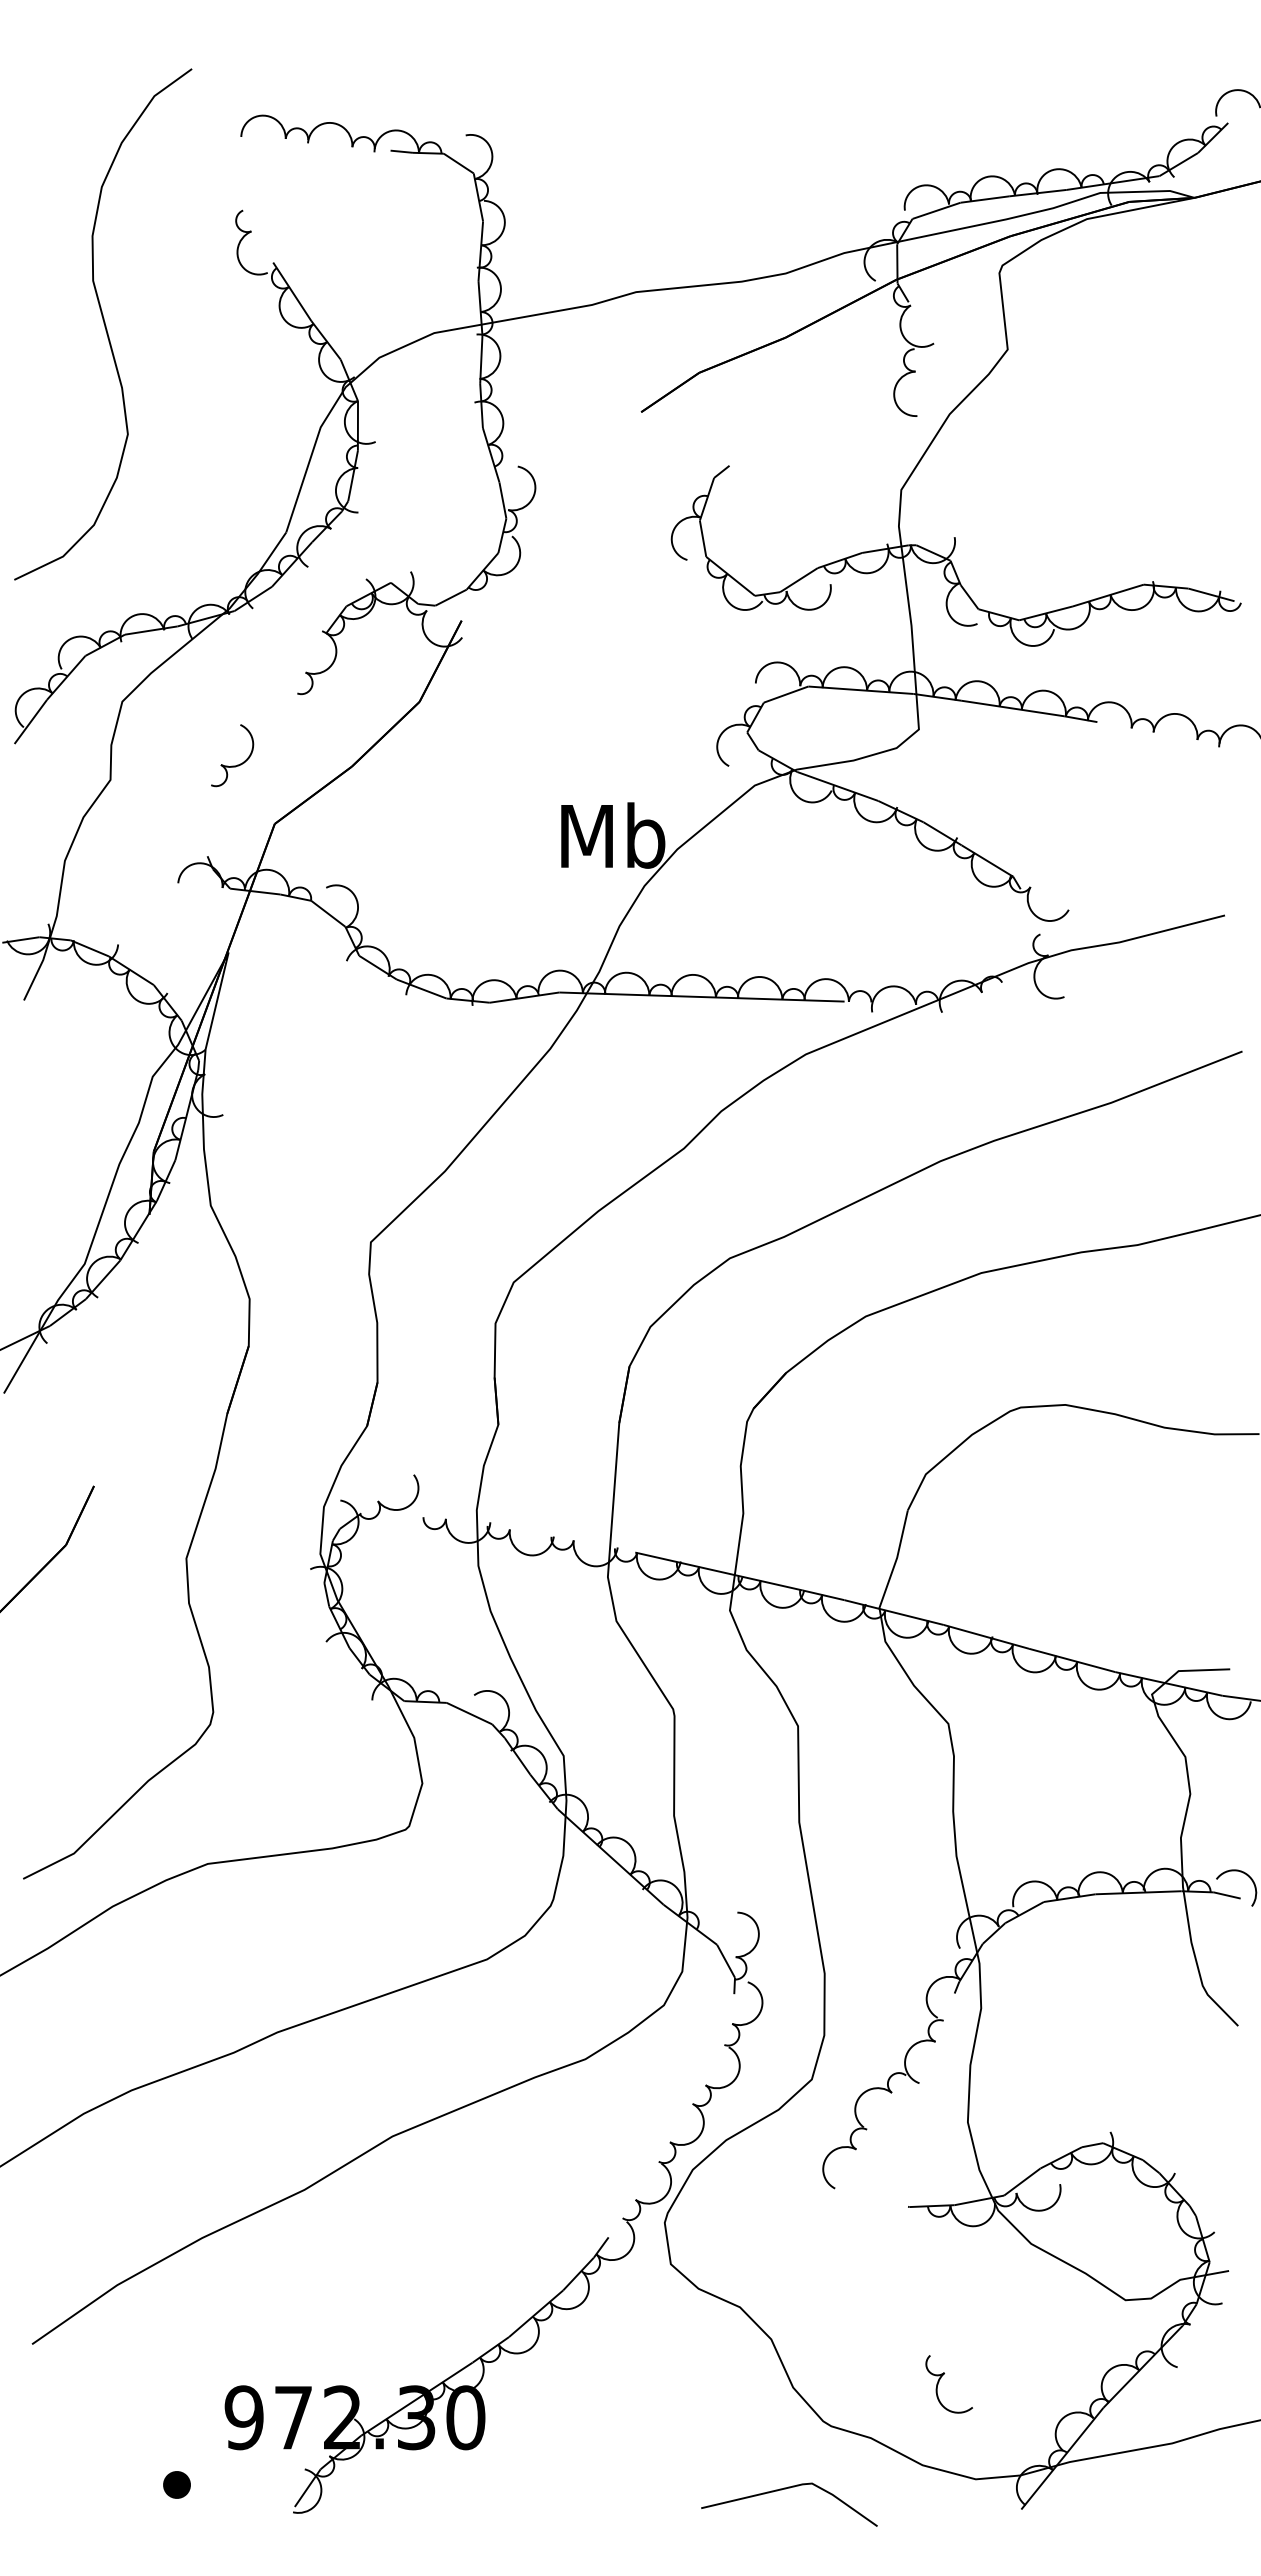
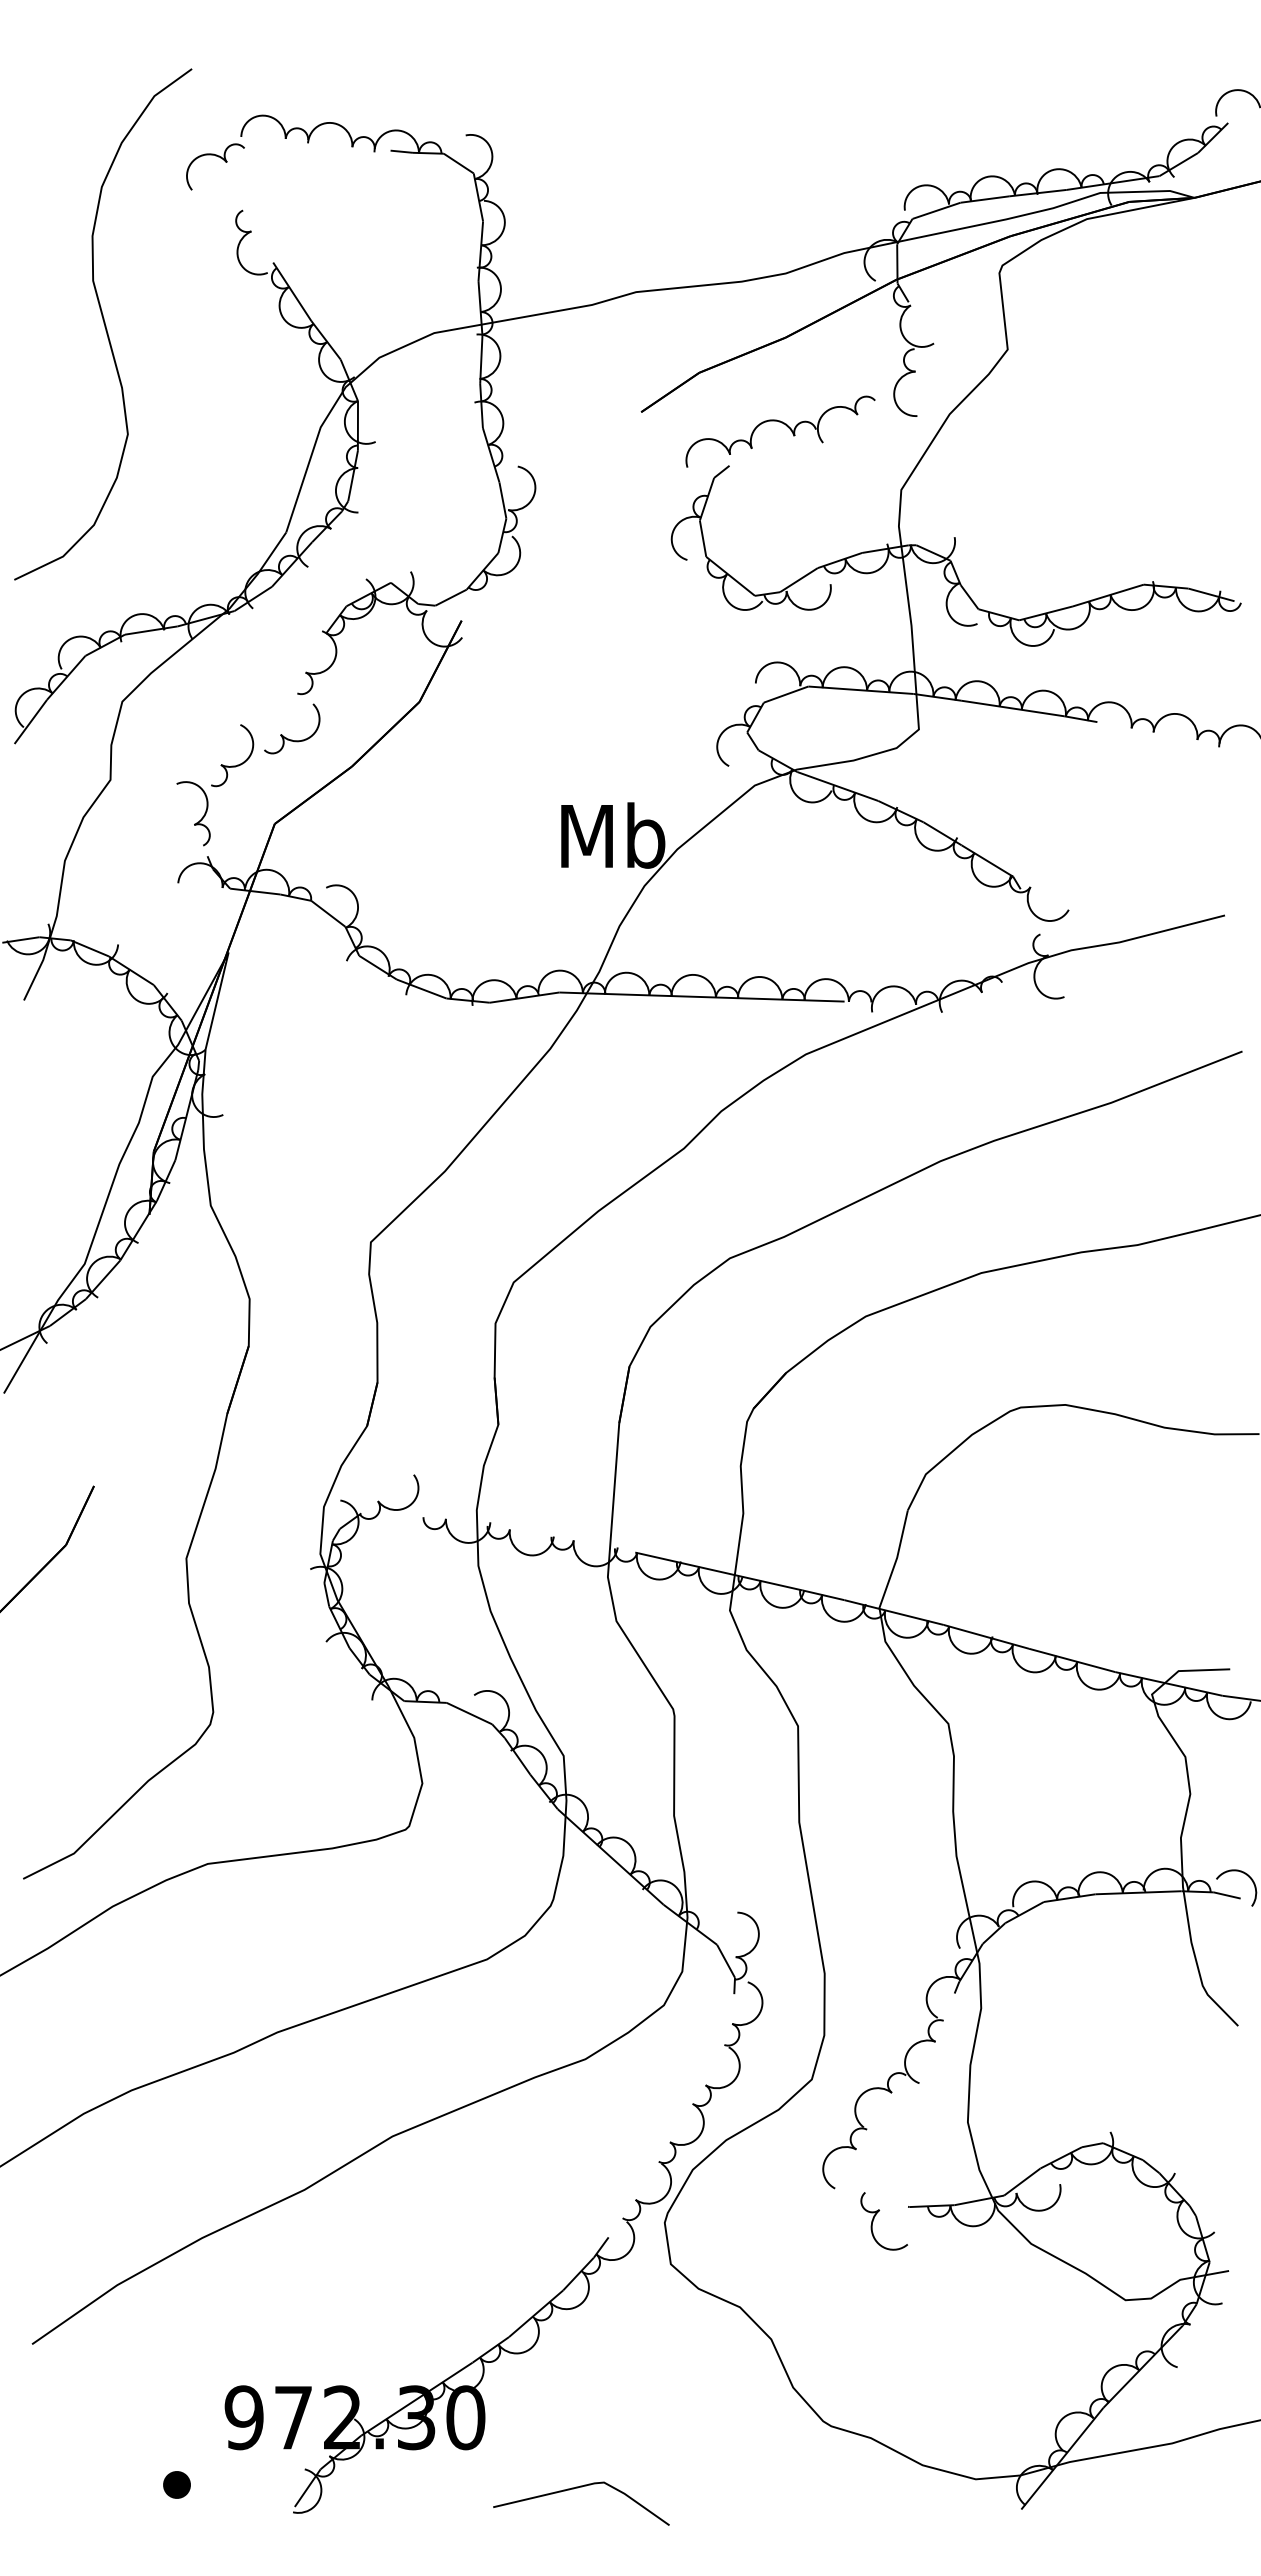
part at (220, 158): none -> present
part at (783, 424): none -> present
part at (288, 738): none -> present
part at (200, 819): none -> present
part at (941, 2378) position: (941, 2378) -> (876, 2215)
line at (786, 2489) position: (786, 2489) -> (578, 2488)
